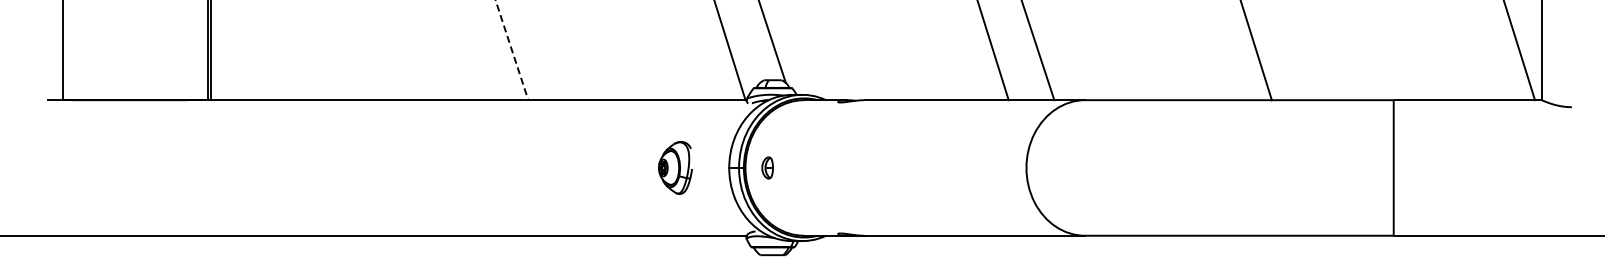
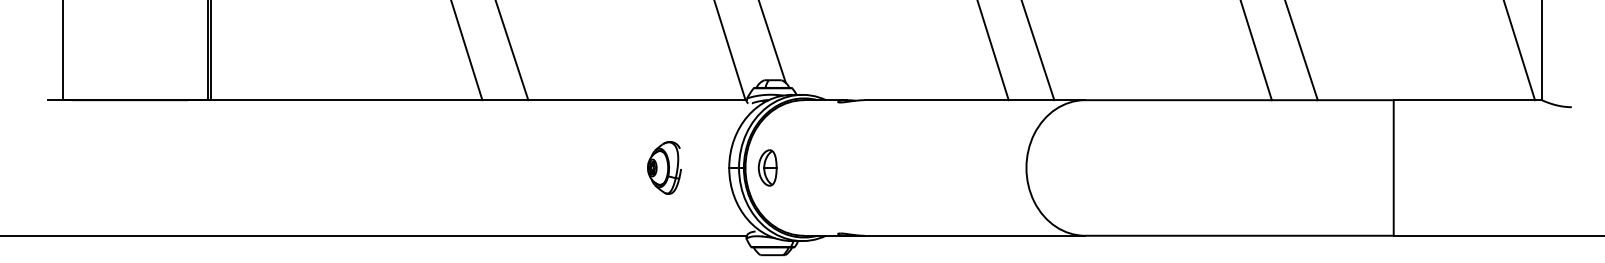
line at (512, 50): dashed -> solid
line at (466, 51): none -> present
line at (1301, 51): none -> present
part at (675, 167) position: (675, 167) -> (664, 167)
part at (767, 167) size: 13x24 px -> 21x38 px
